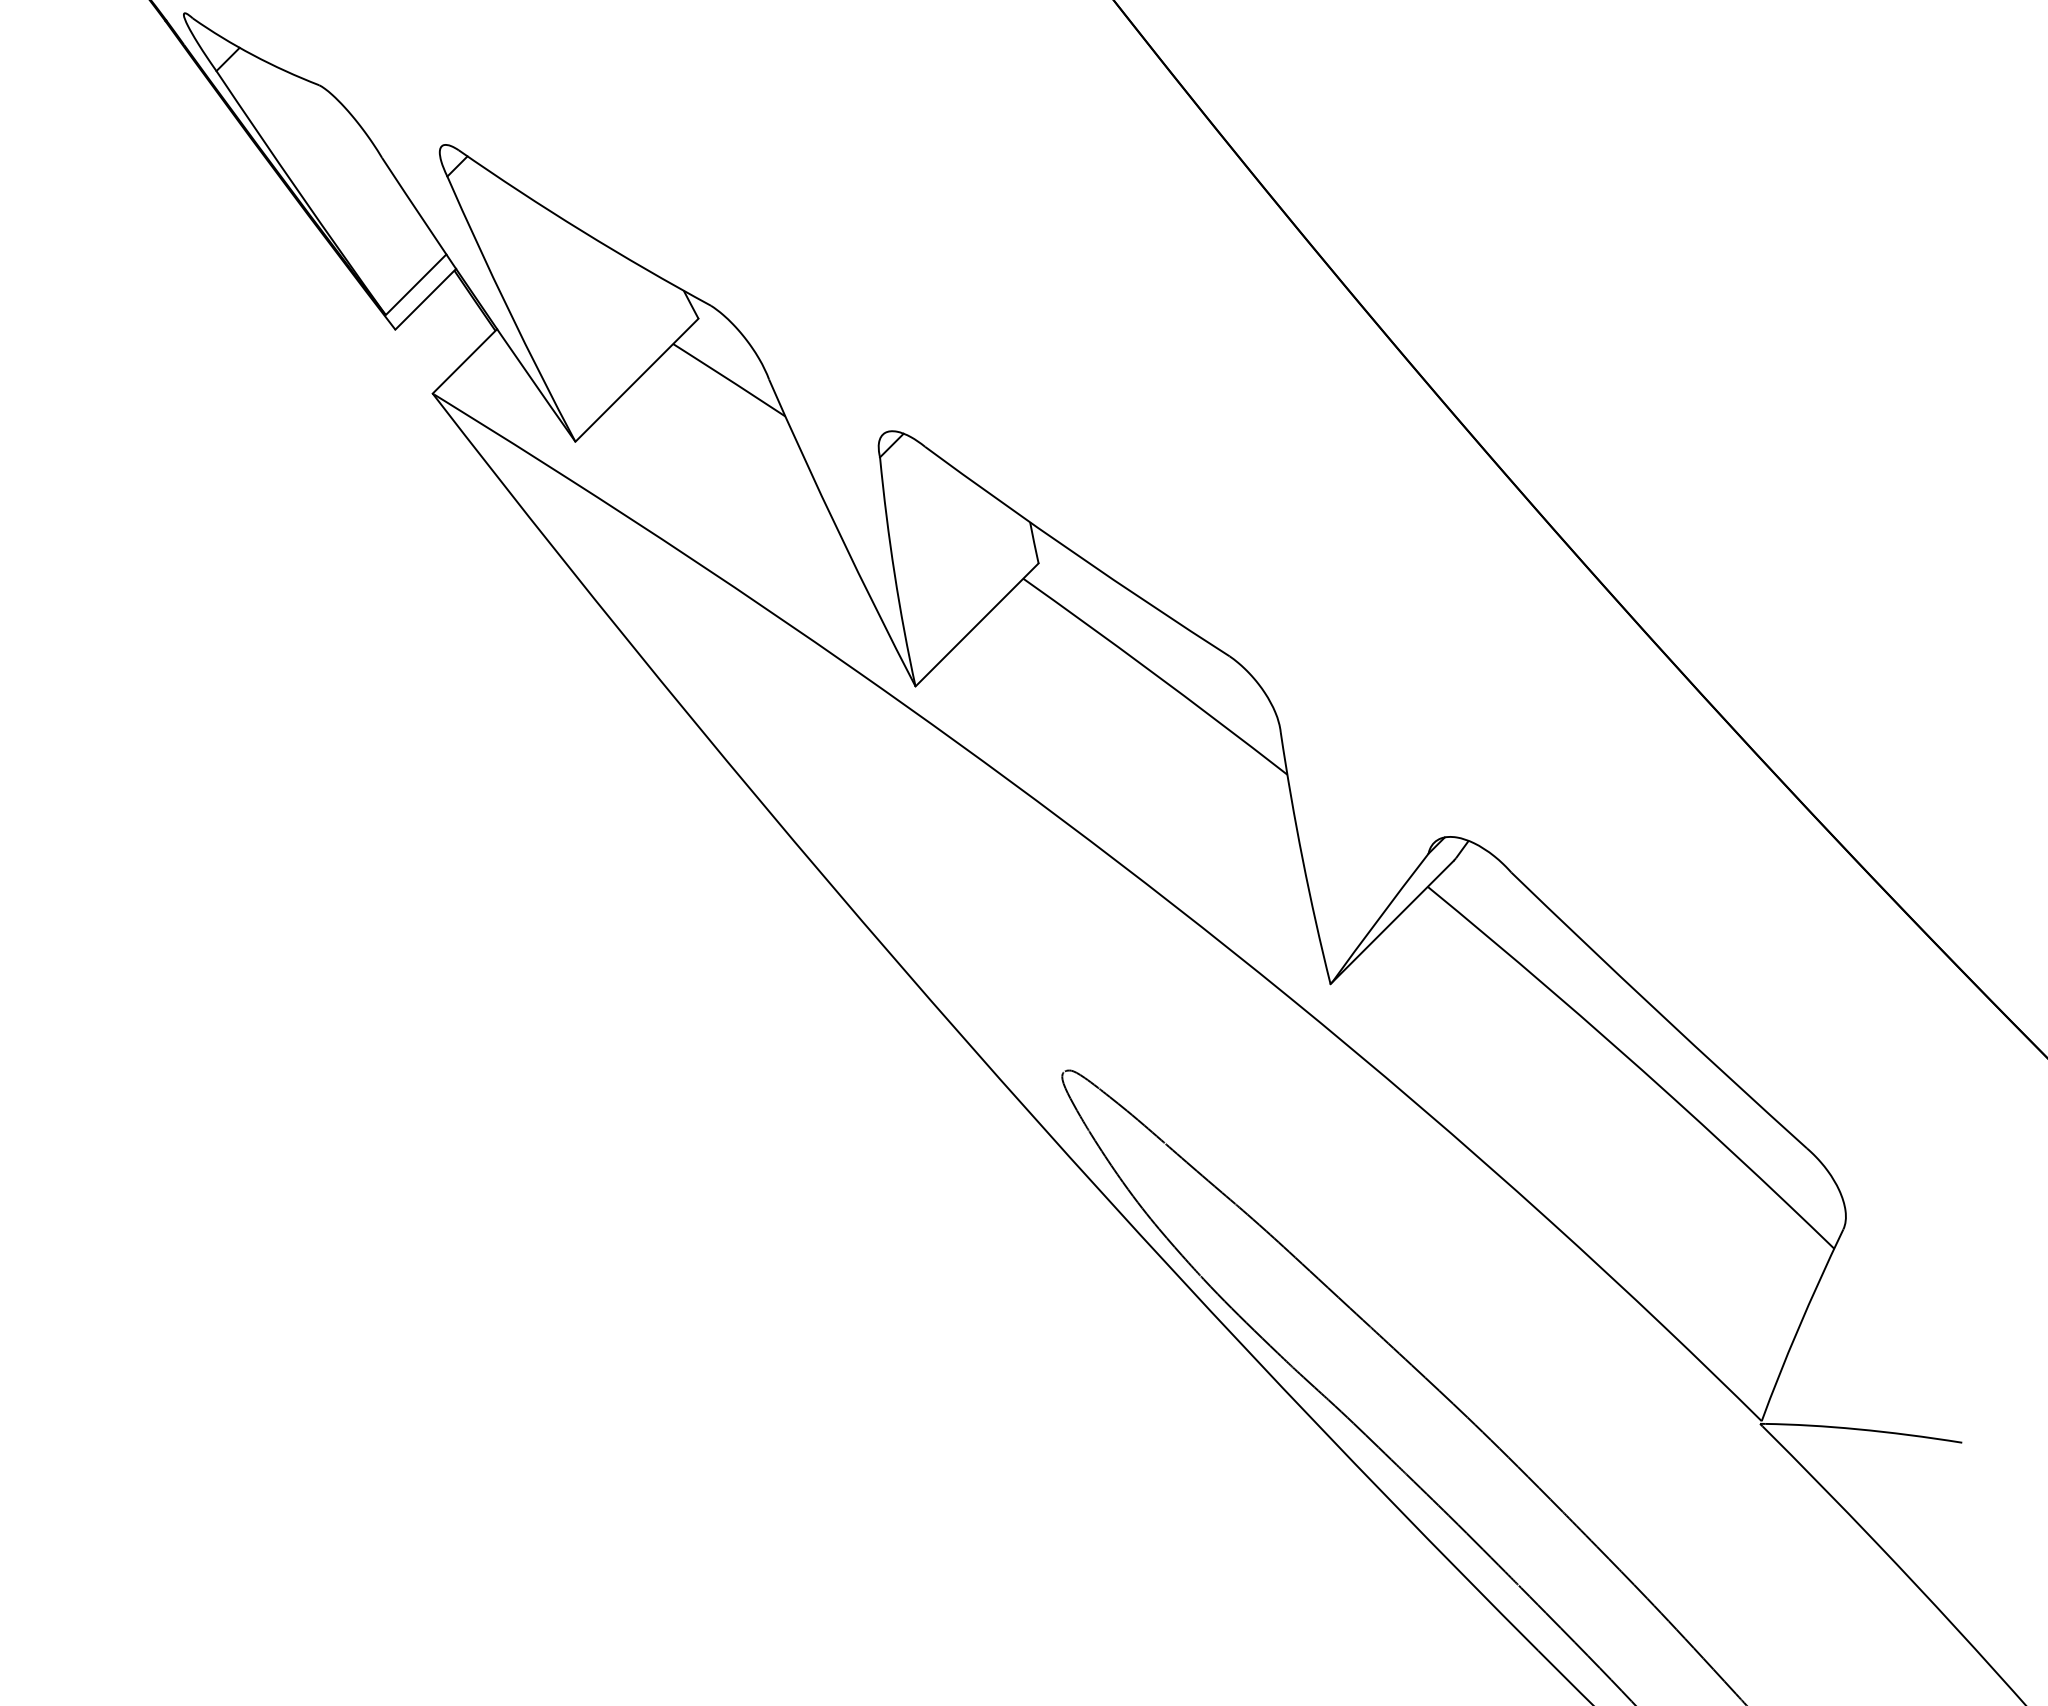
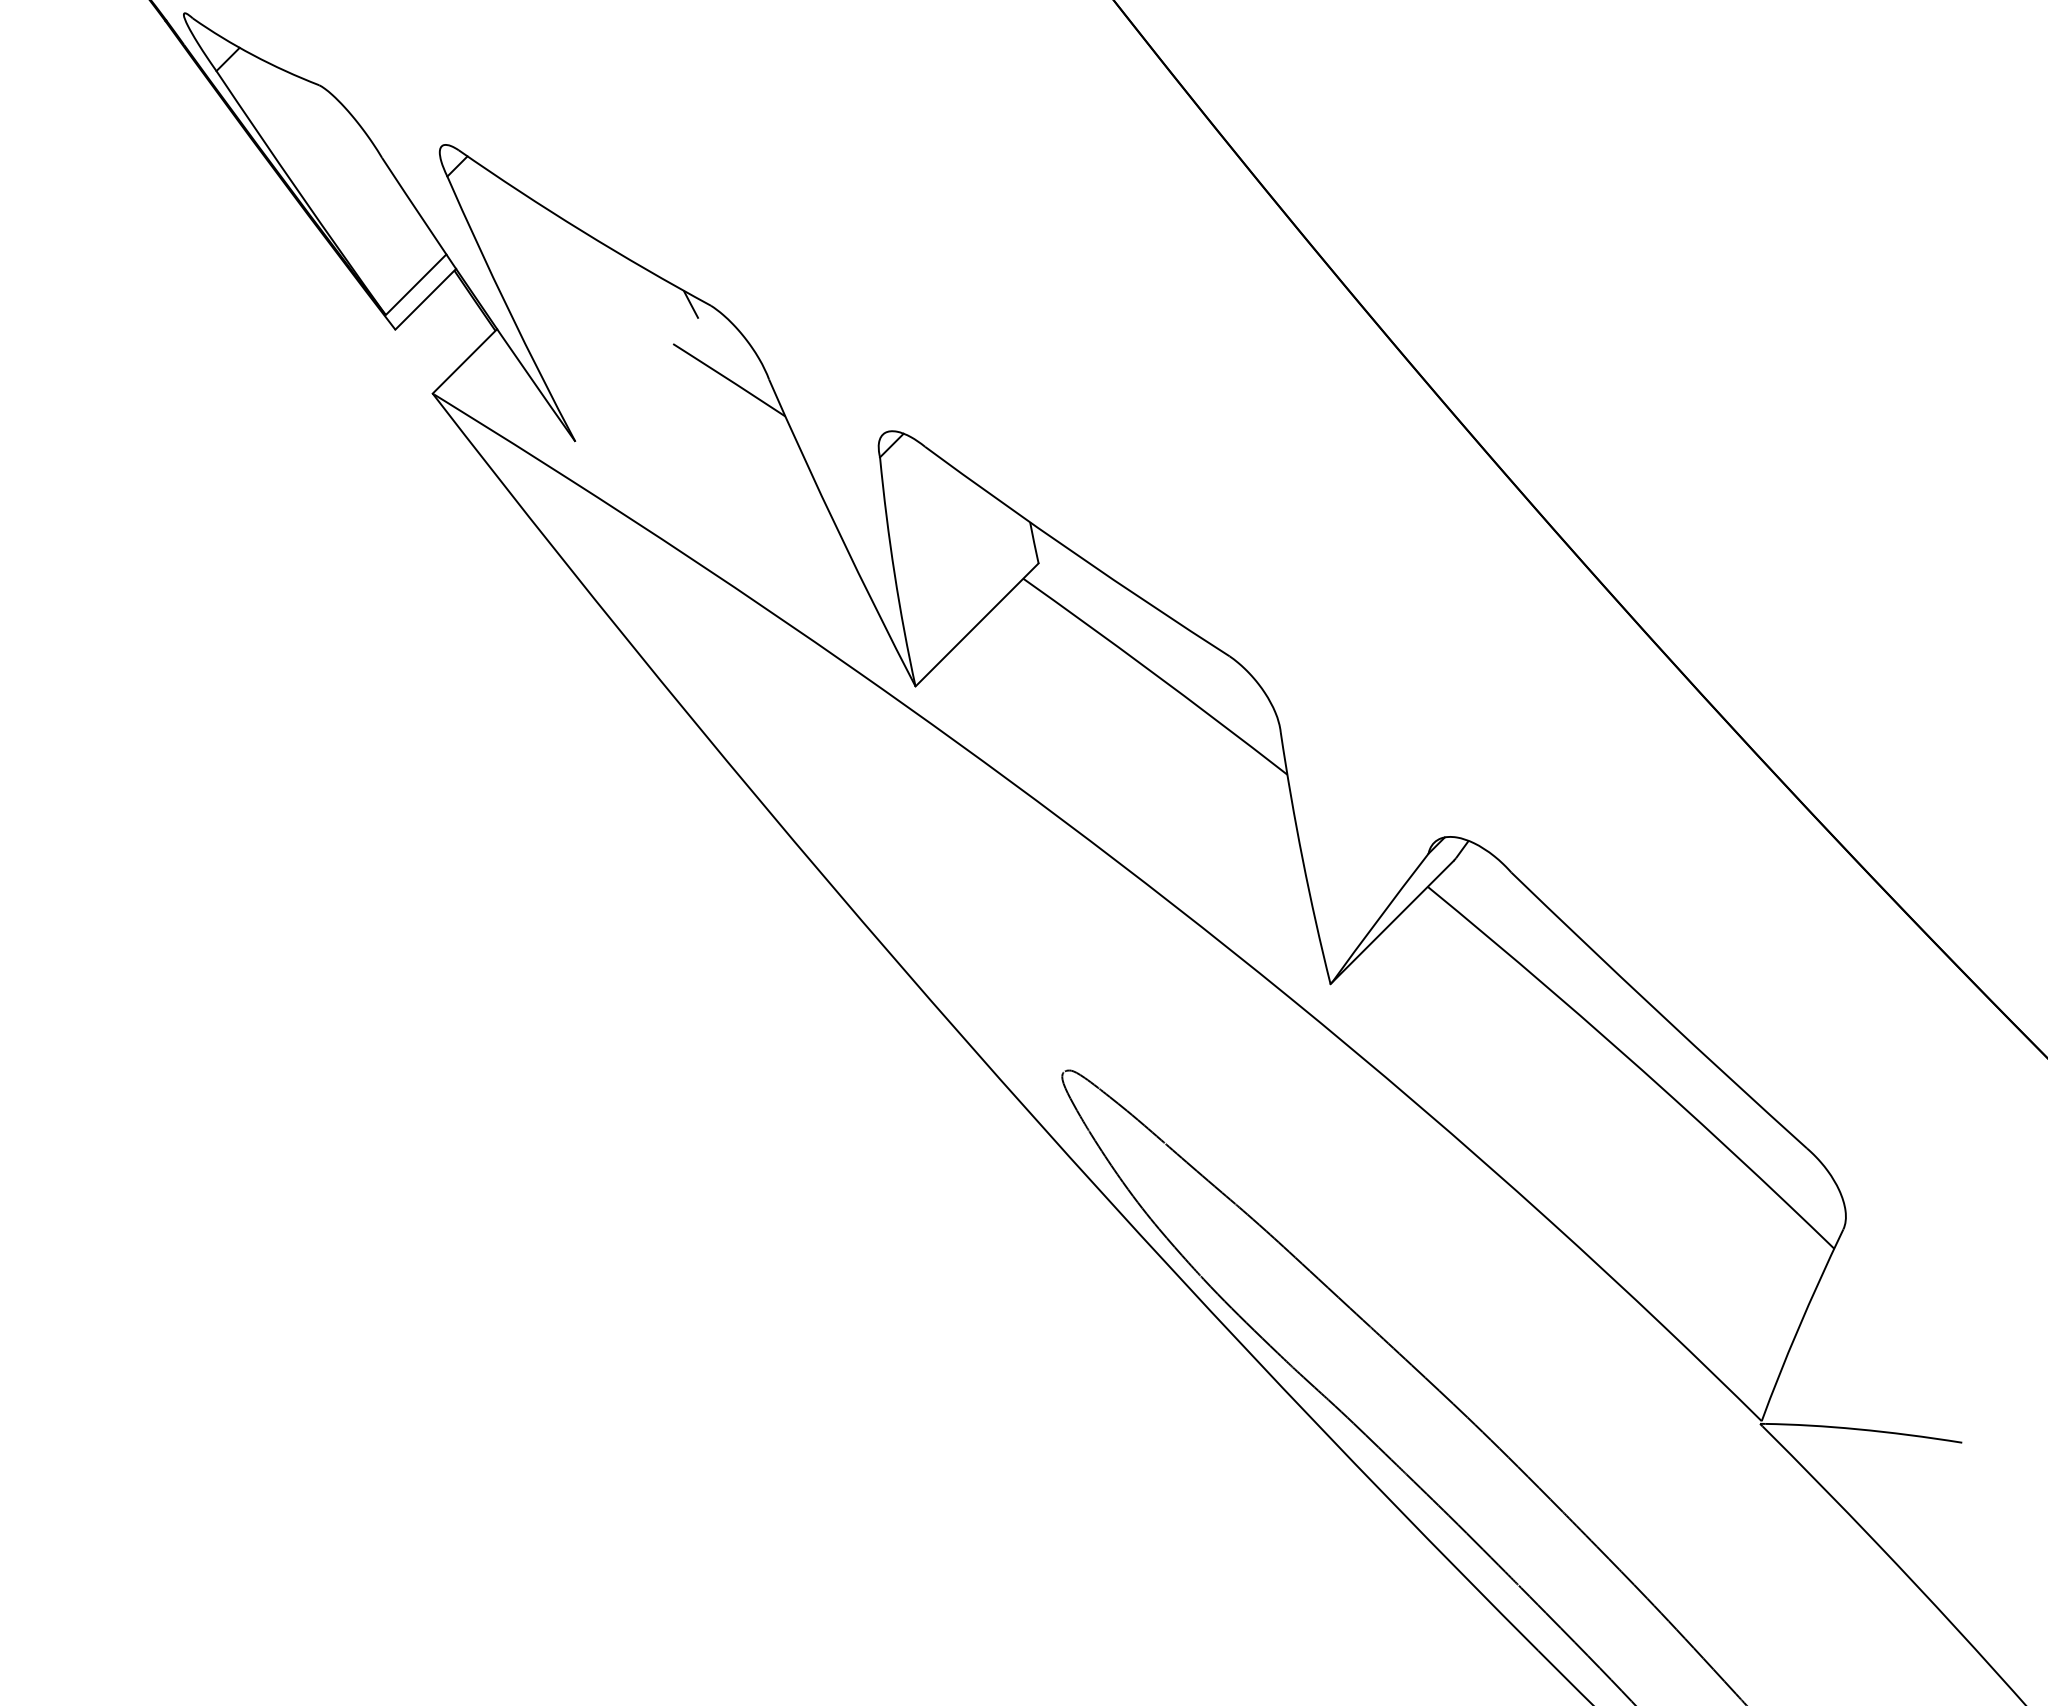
line at (636, 379): present -> none
